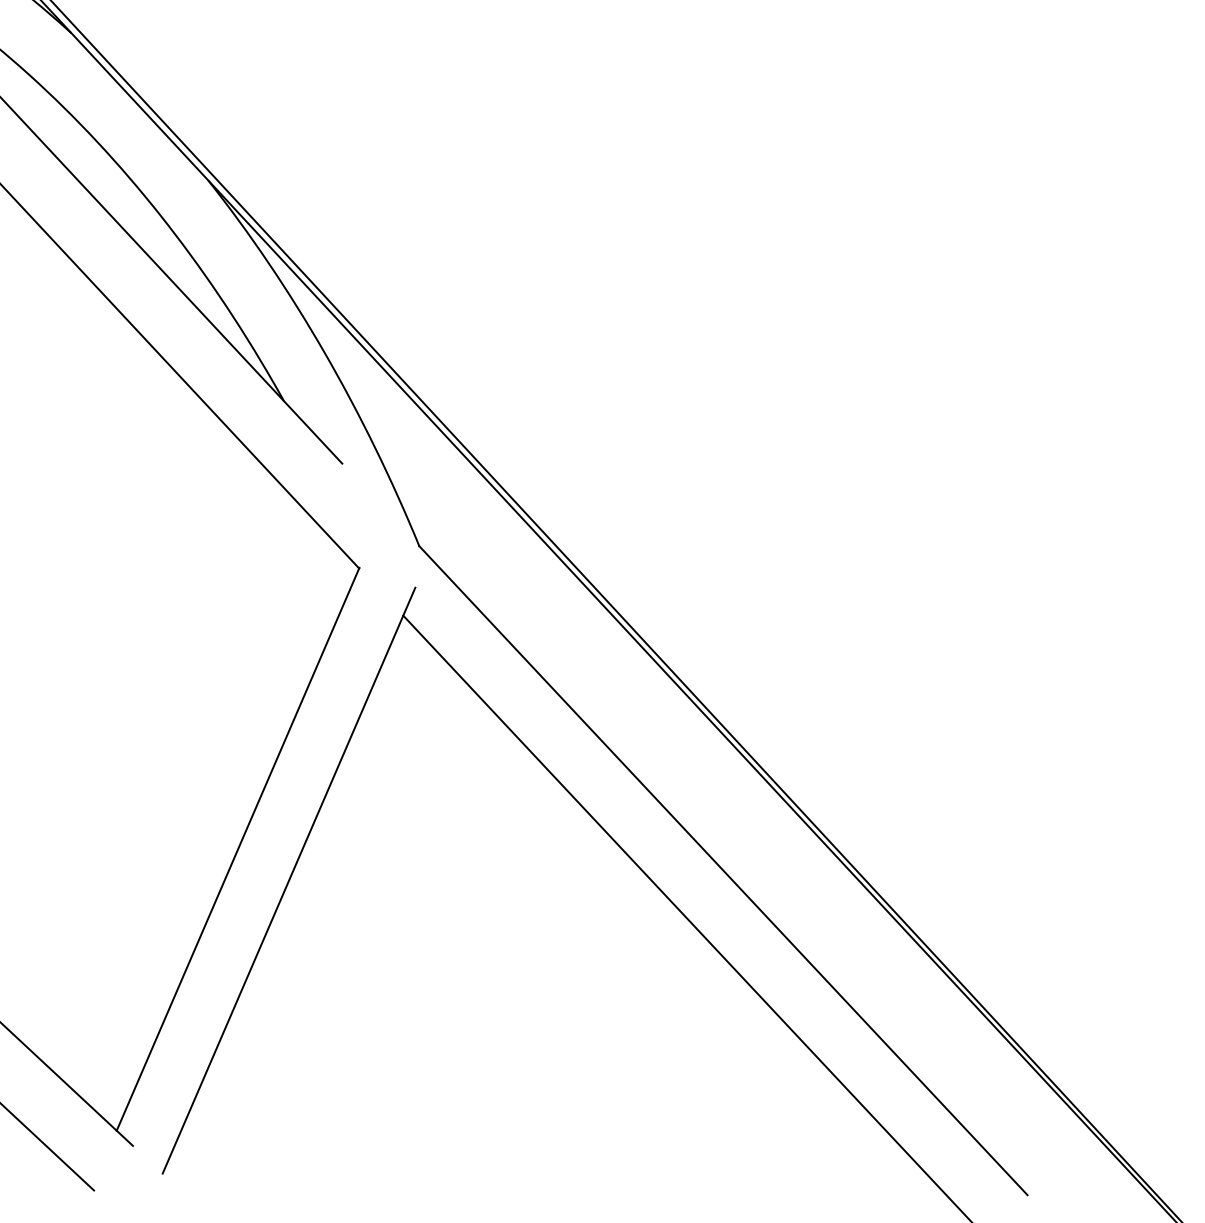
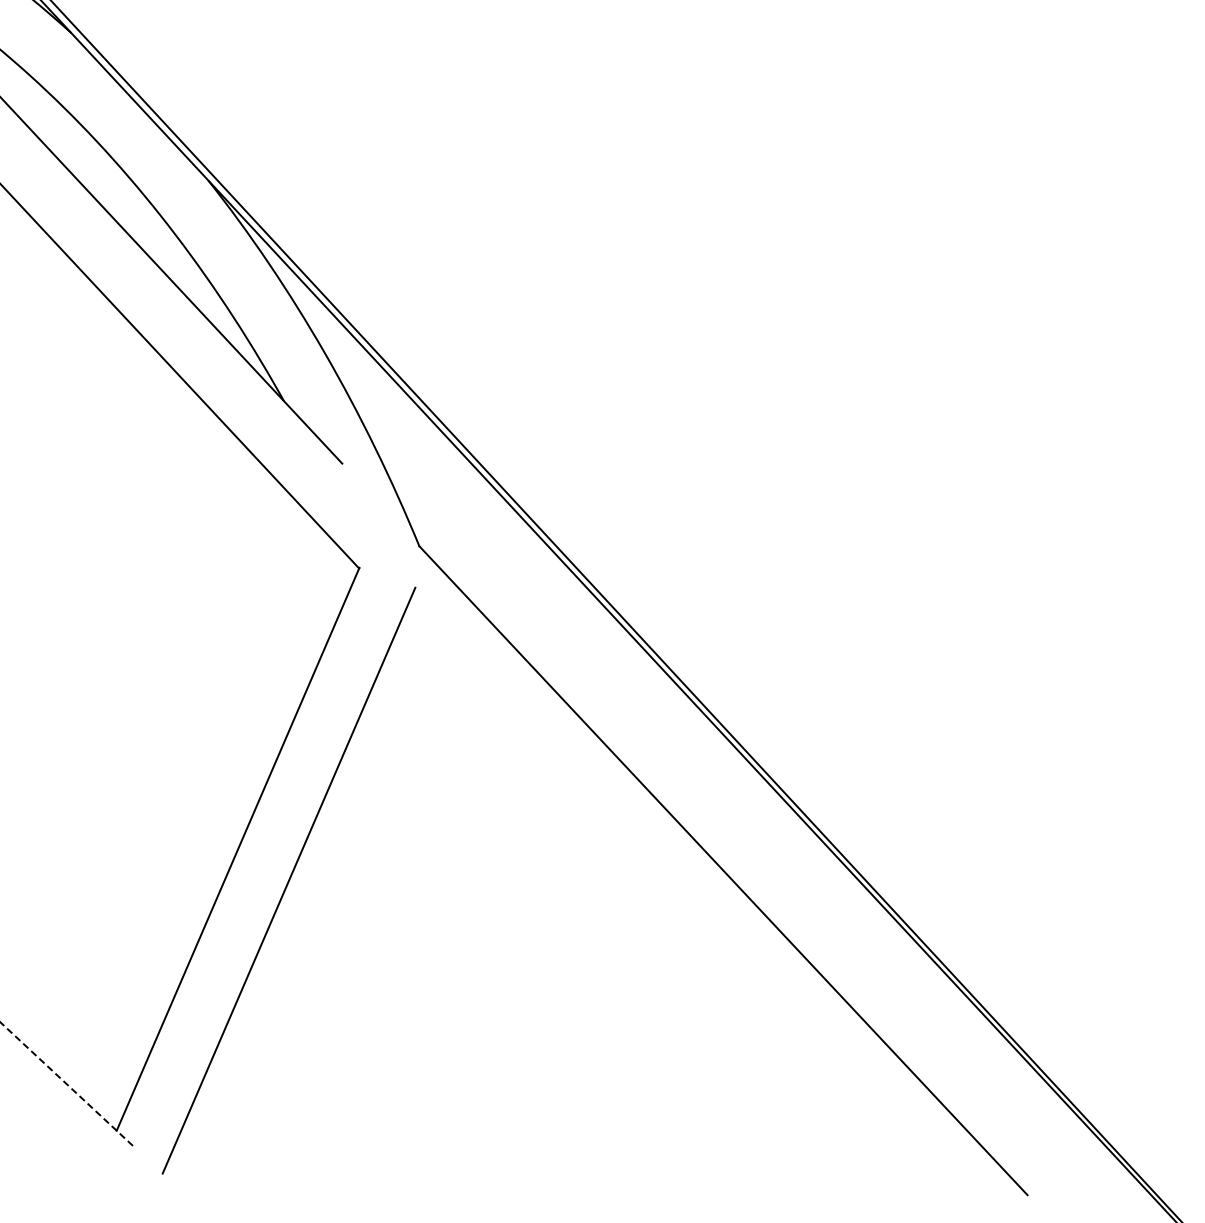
line at (686, 917): present -> none
line at (66, 1083): solid -> dashed
line at (48, 1147): present -> none
